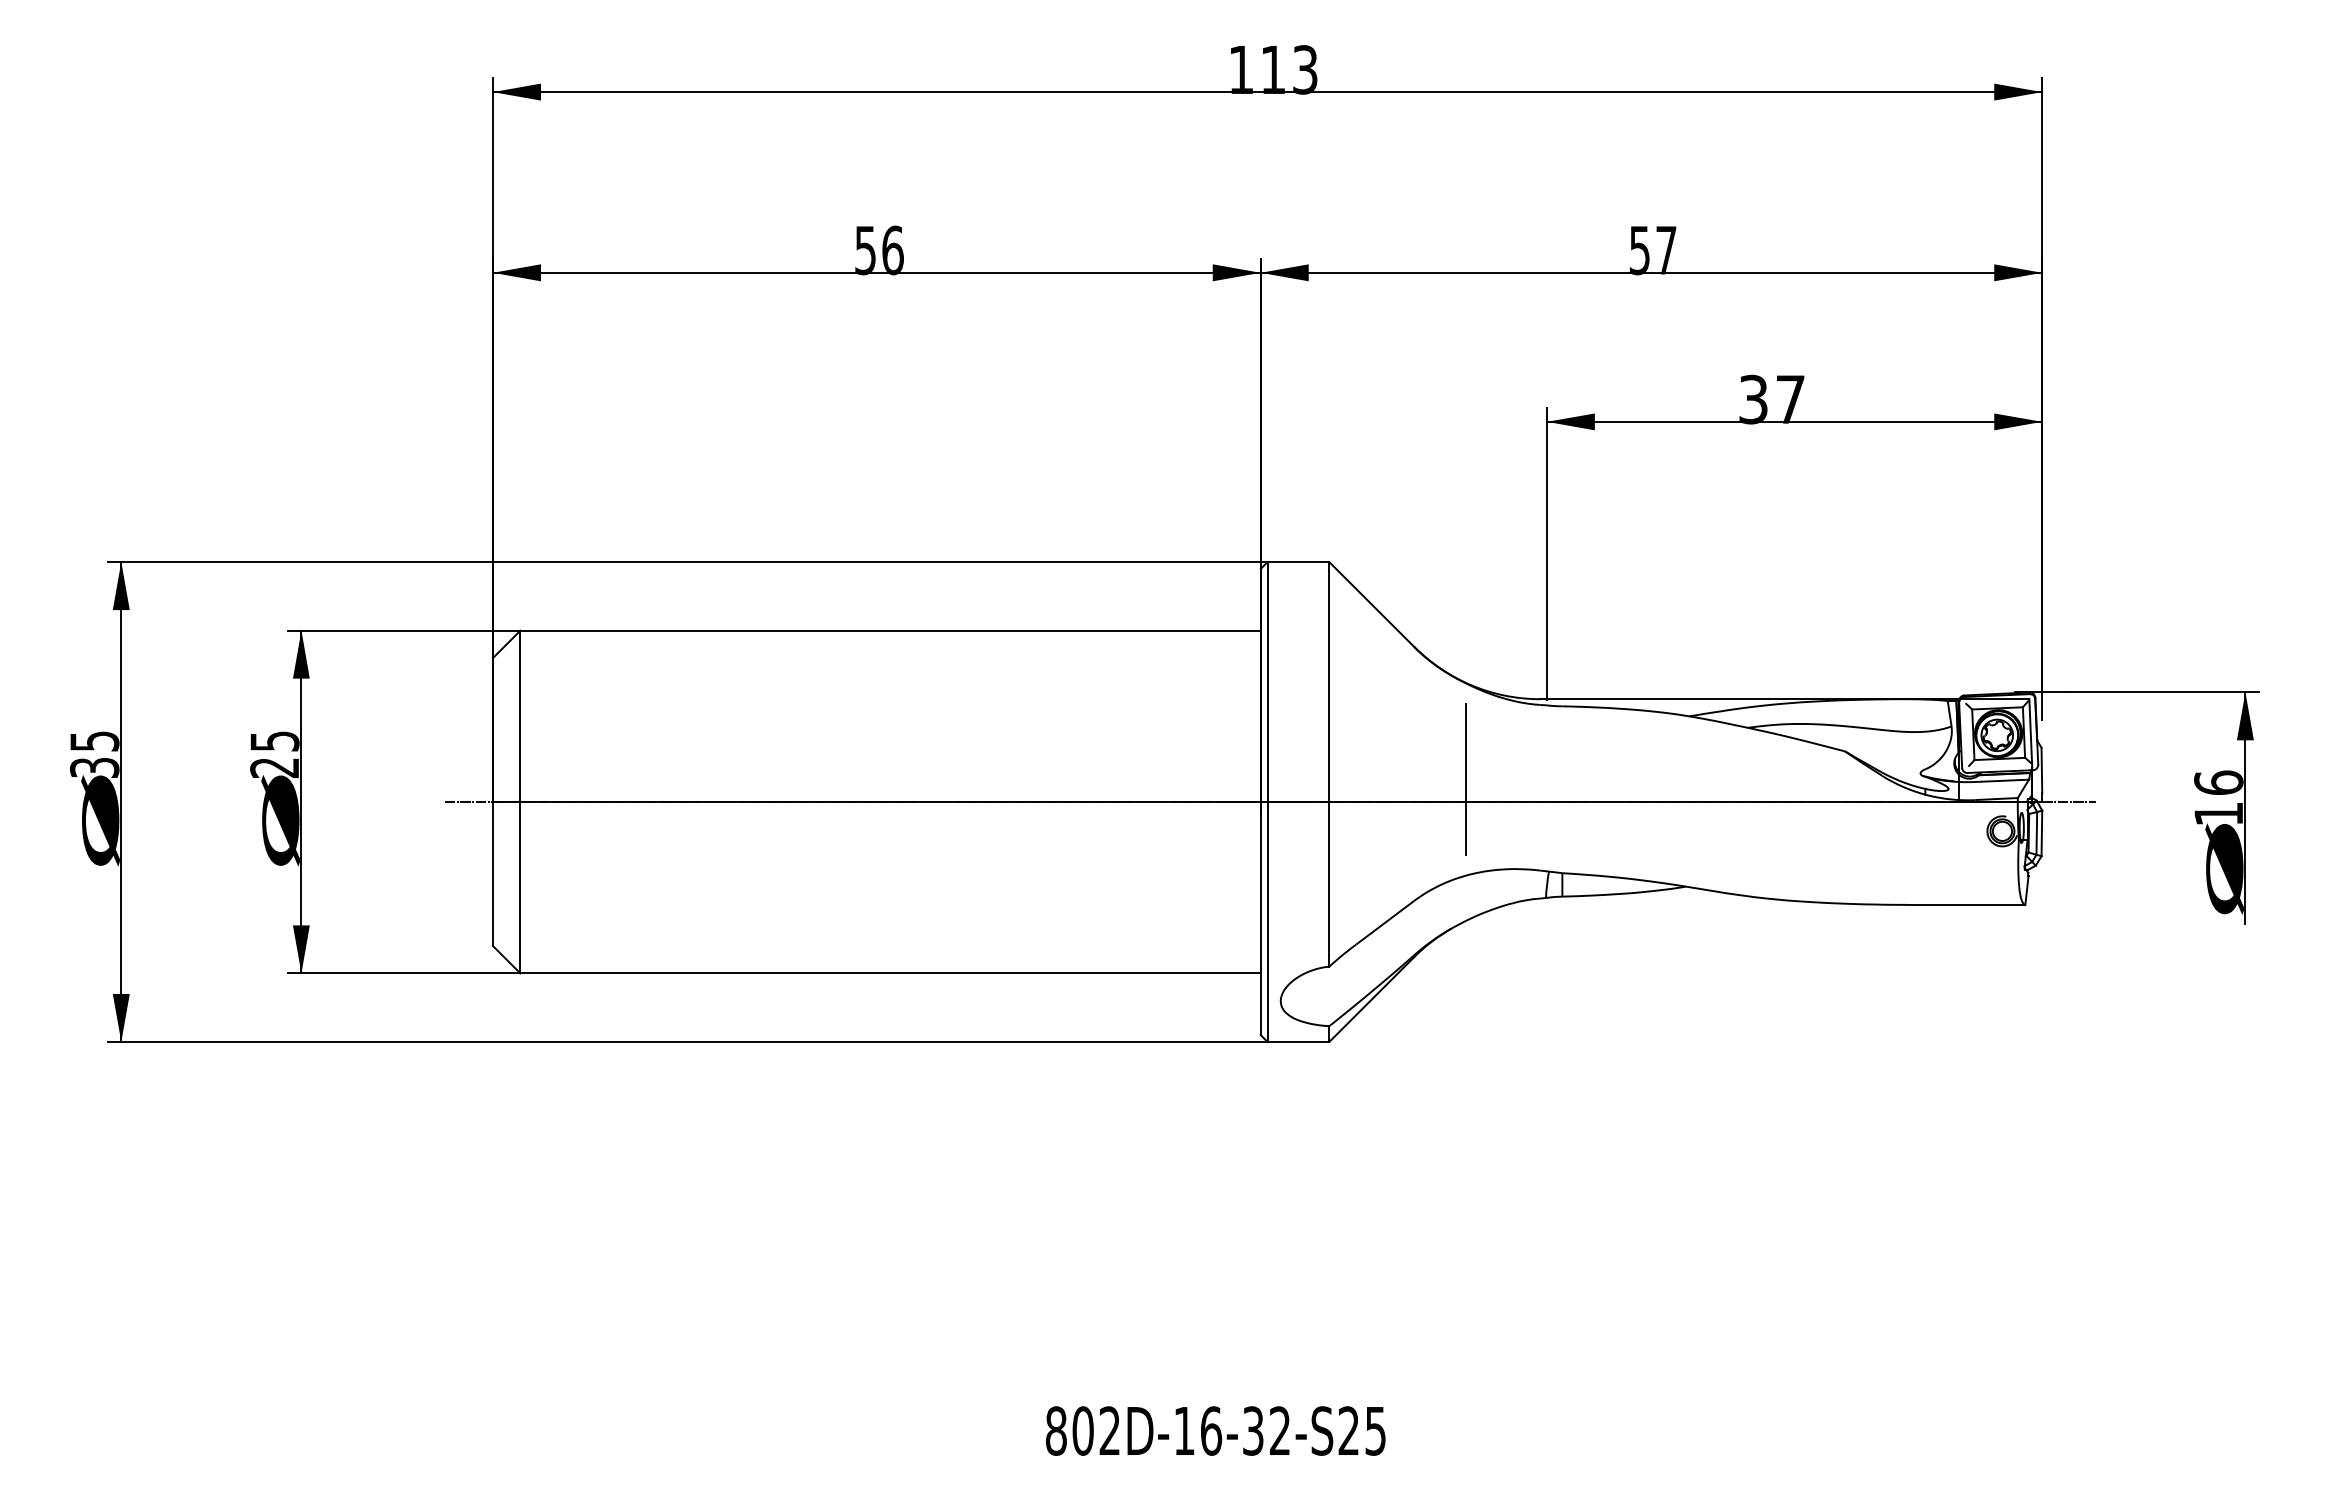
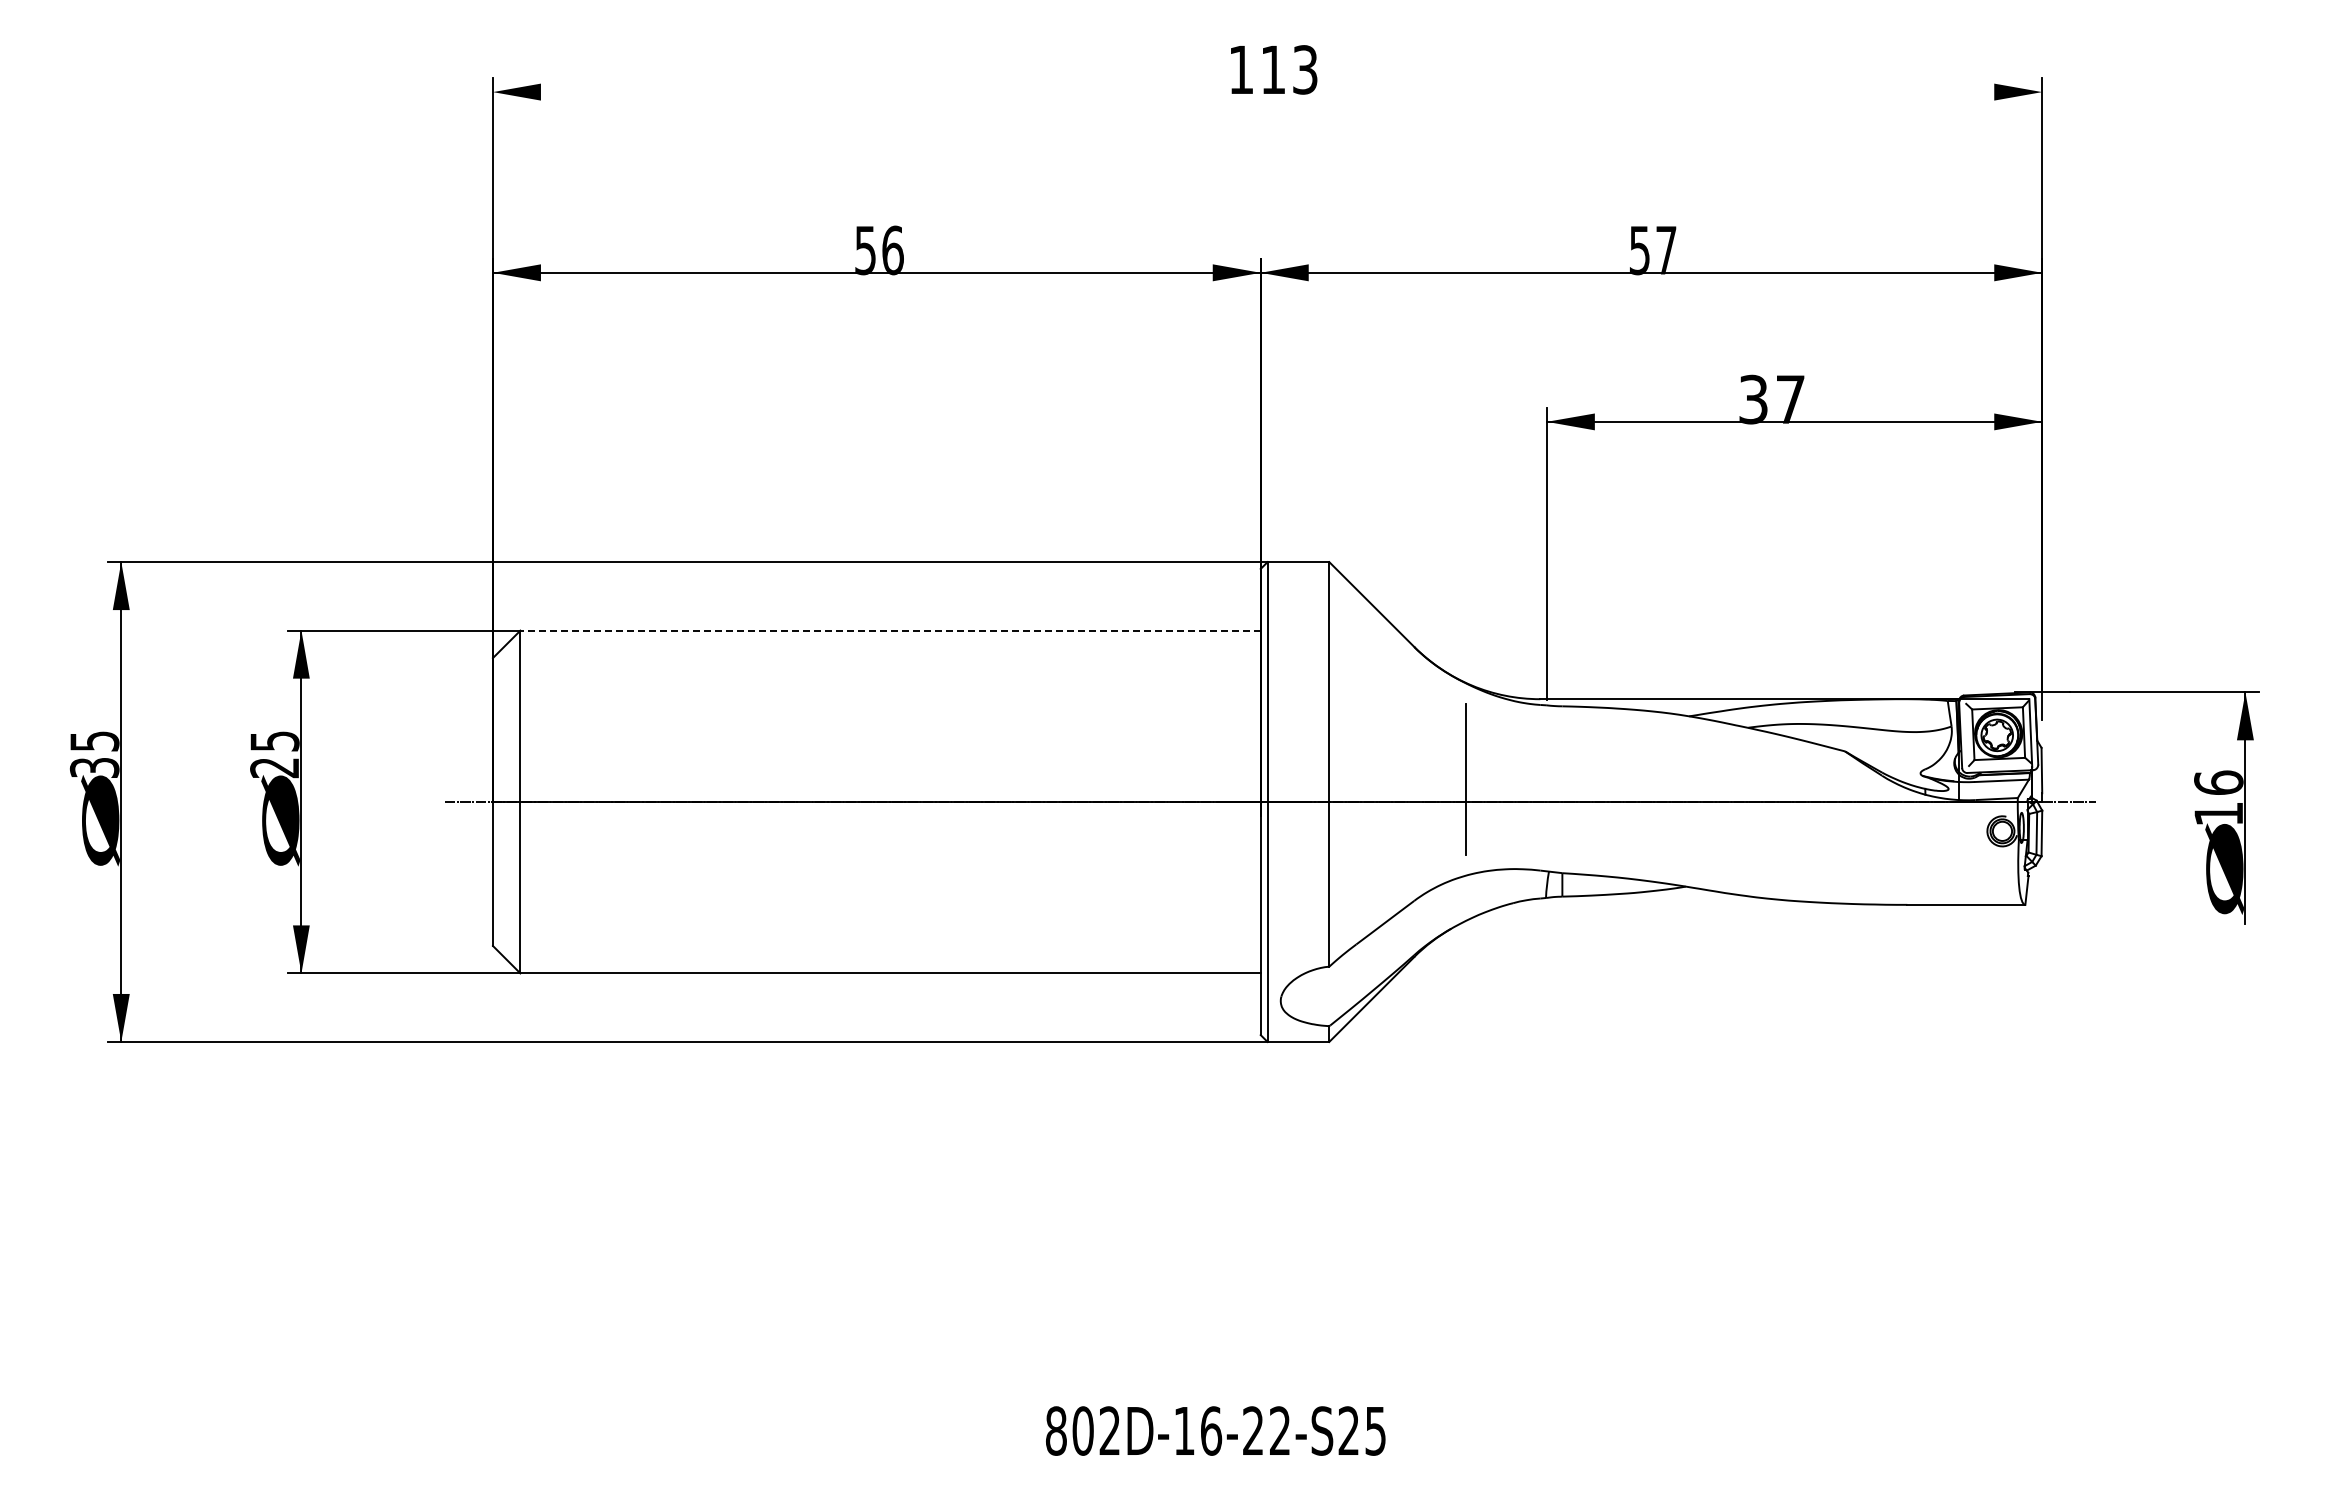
line at (1267, 92): present -> none
line at (890, 630): solid -> dashed
text at (1253, 1430): 802D-16-32-S25 -> 802D-16-22-S25
